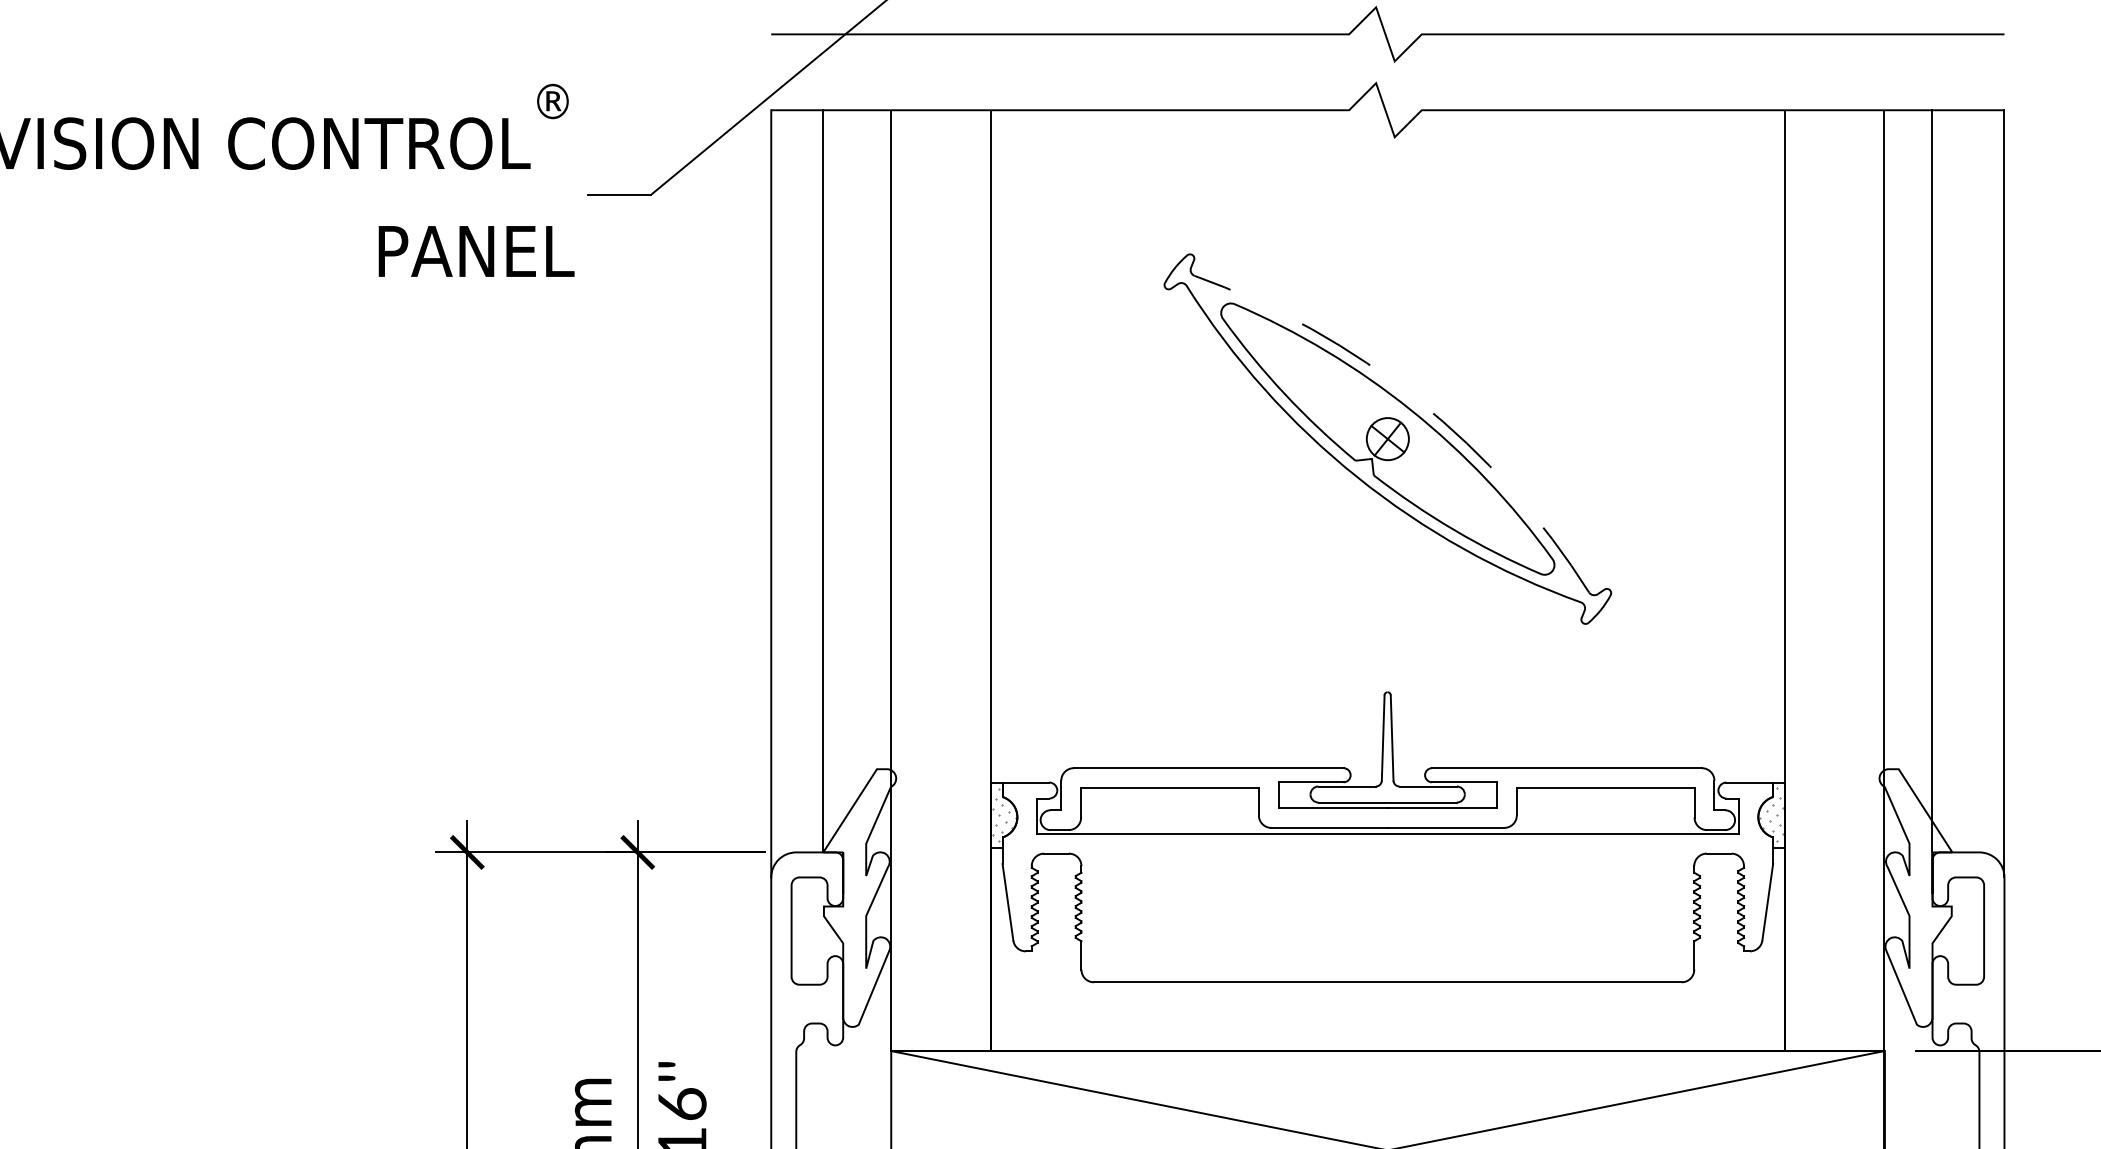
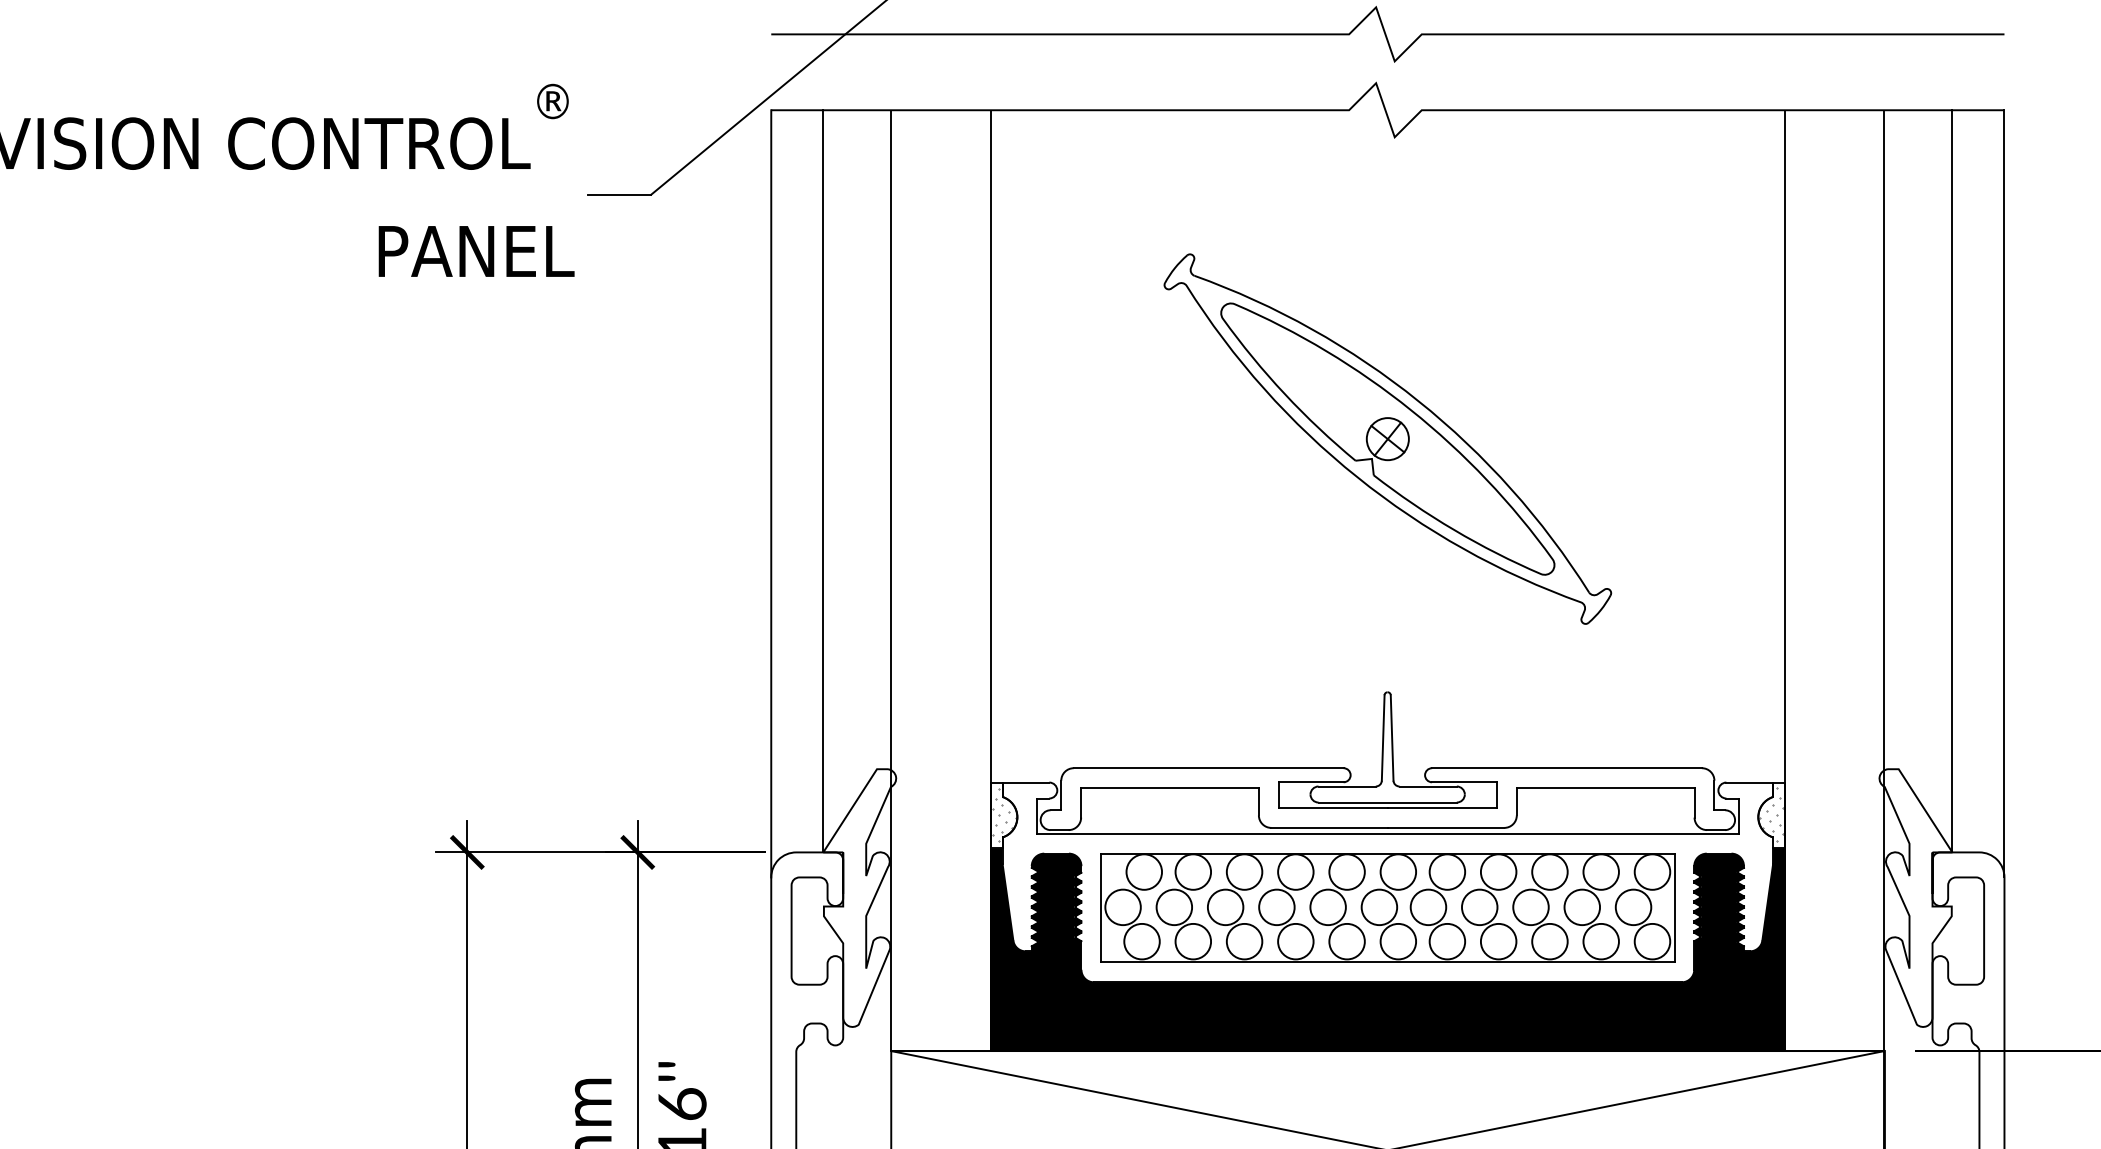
arc at (1418, 401): dashed -> solid
line at (1932, 481) position: (1932, 481) -> (1952, 481)
part at (1387, 907): none -> present
fill at (1387, 949): none -> present
